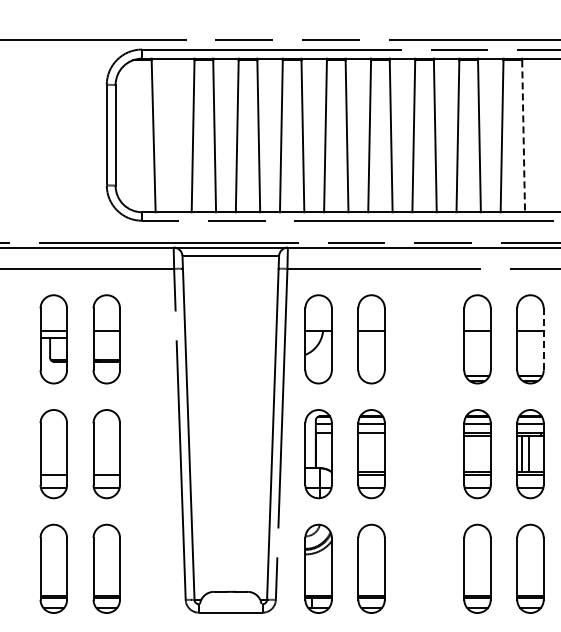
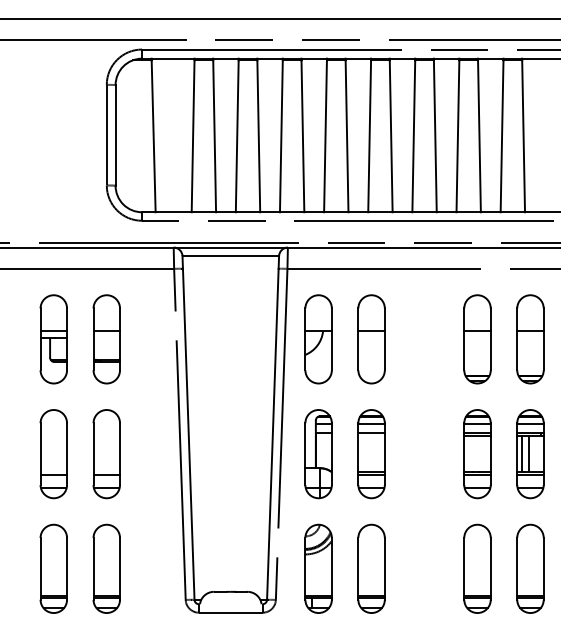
line at (279, 18): none -> present
line at (523, 136): dashed -> solid
line at (543, 339): dashed -> solid
